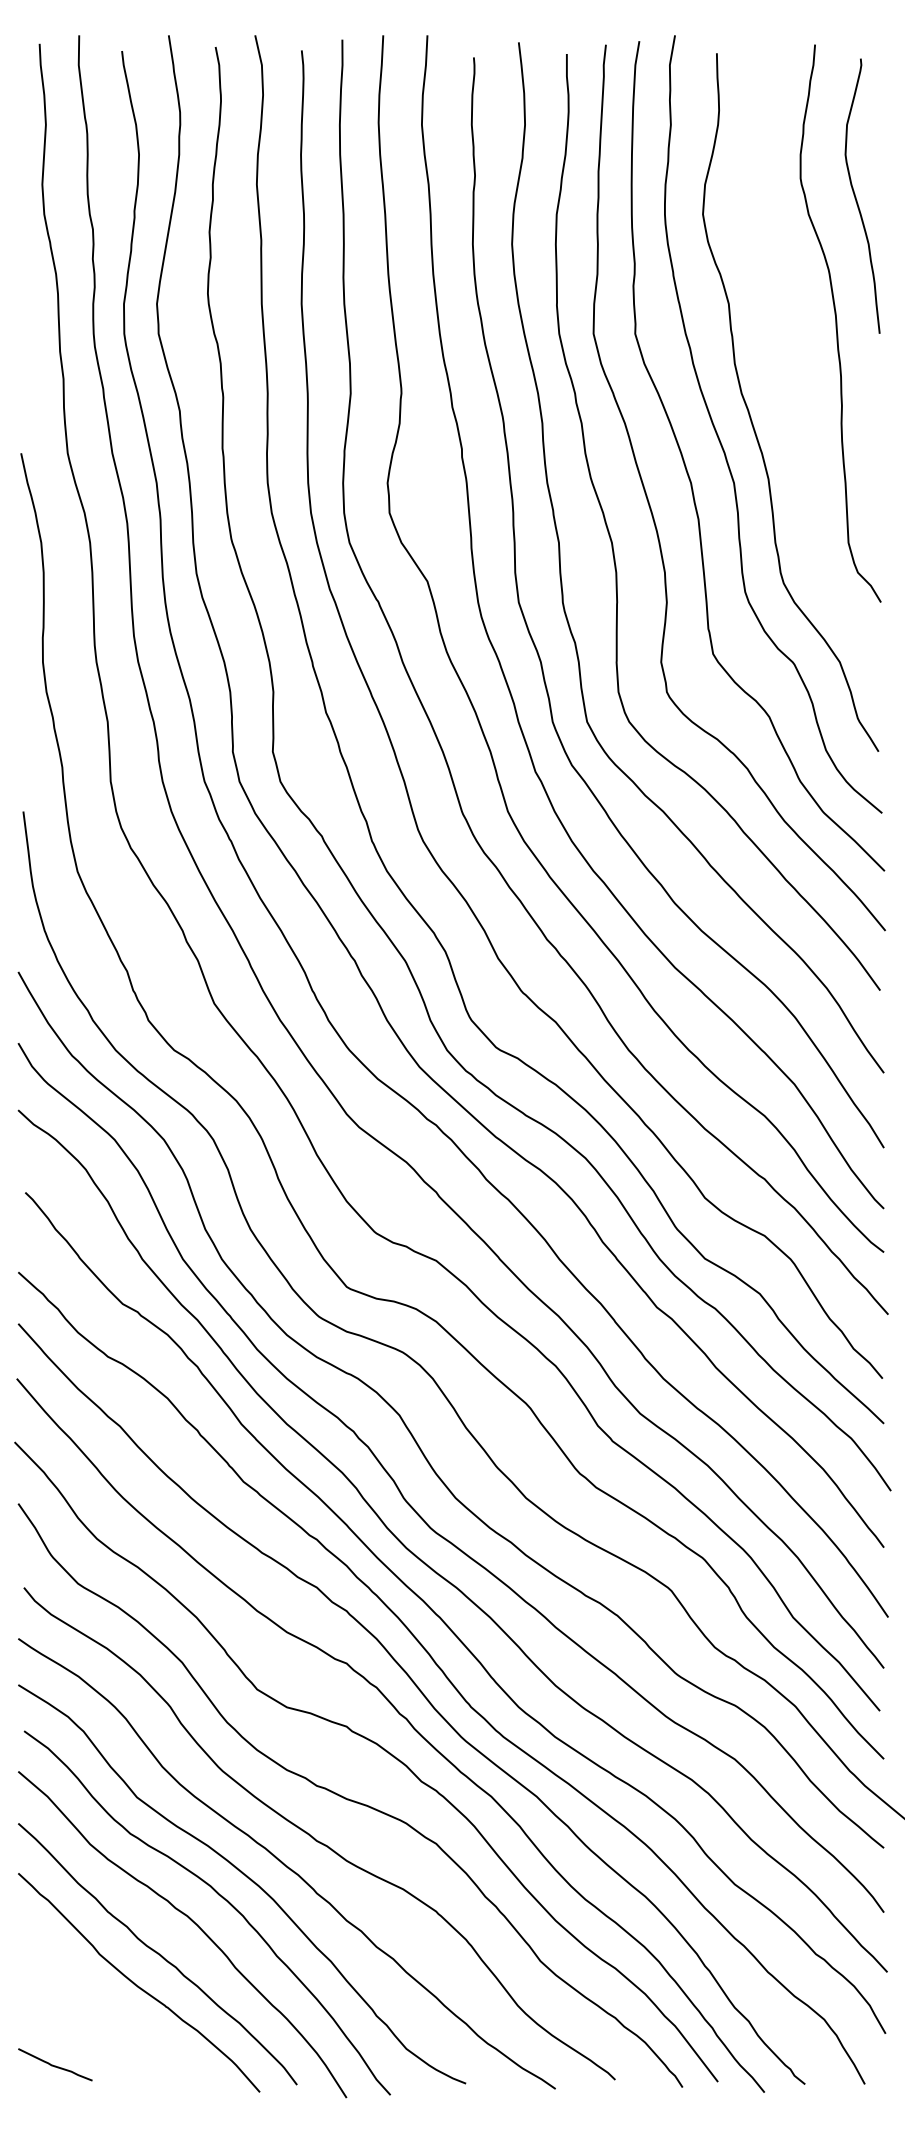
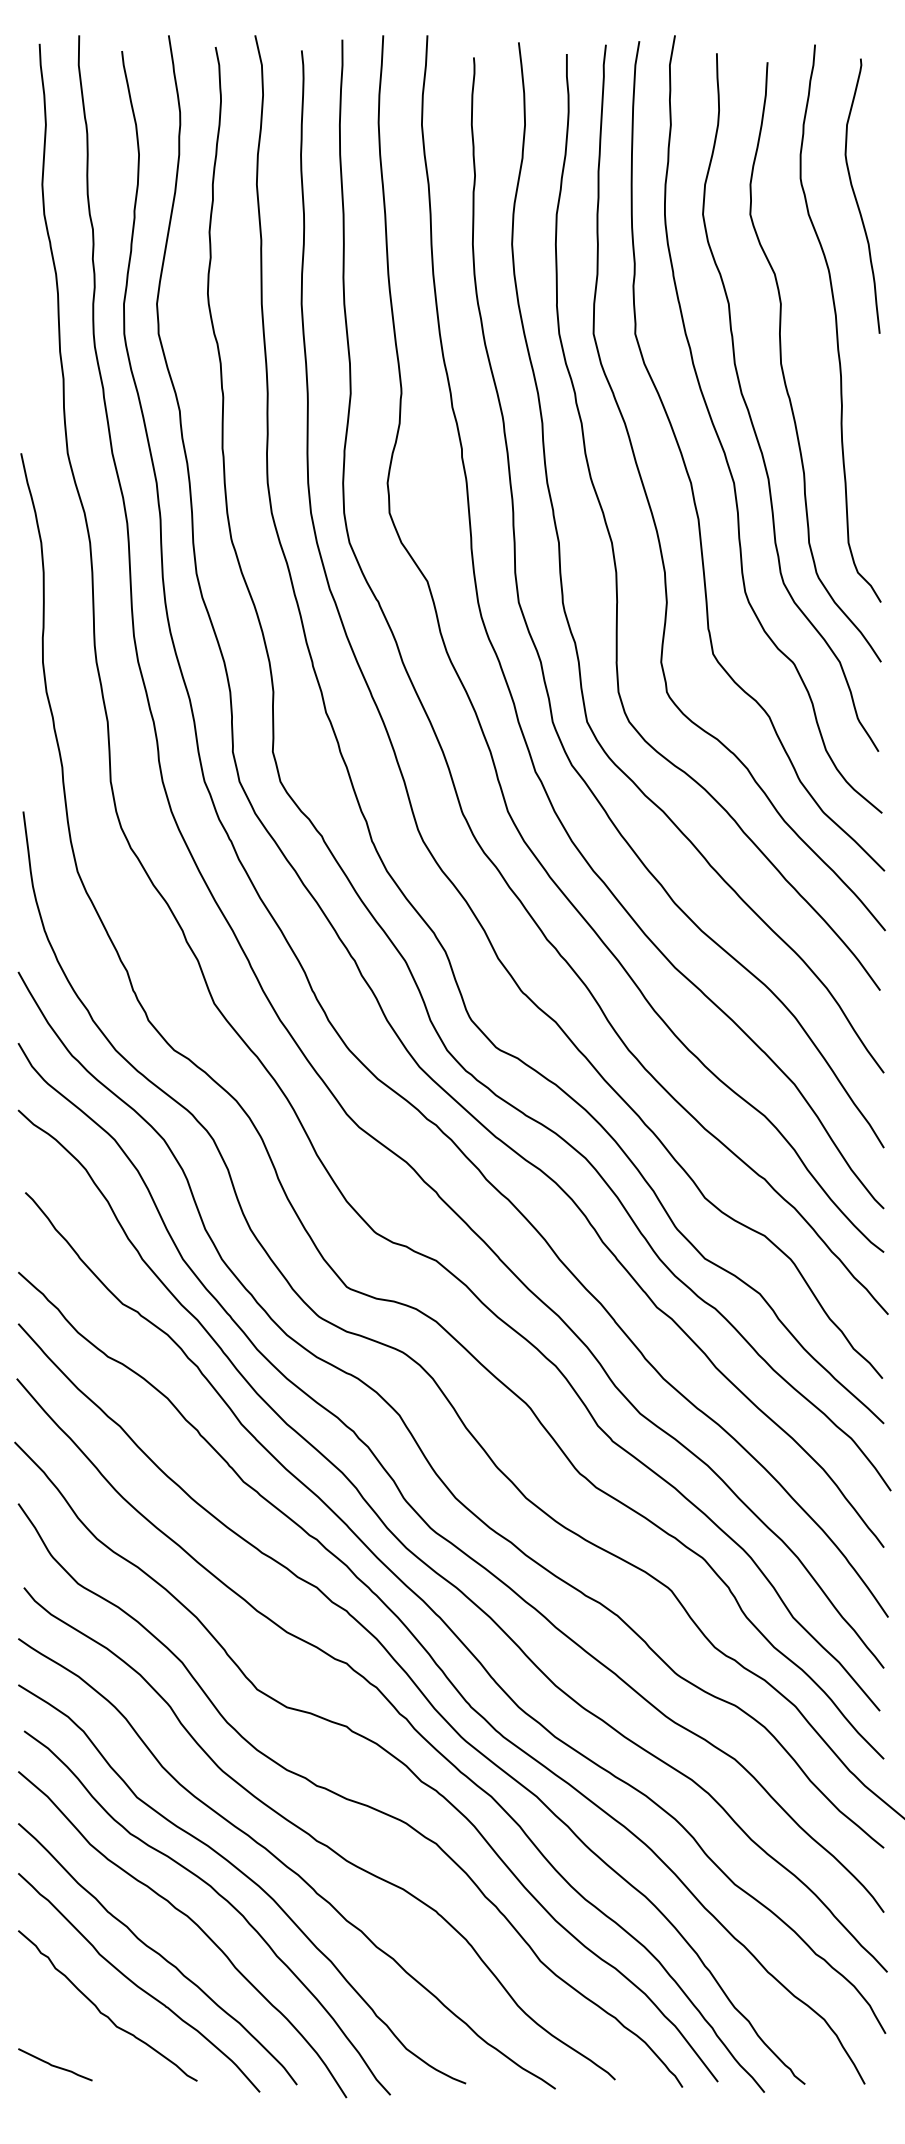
curve at (783, 369): none -> present
curve at (100, 2010): none -> present
